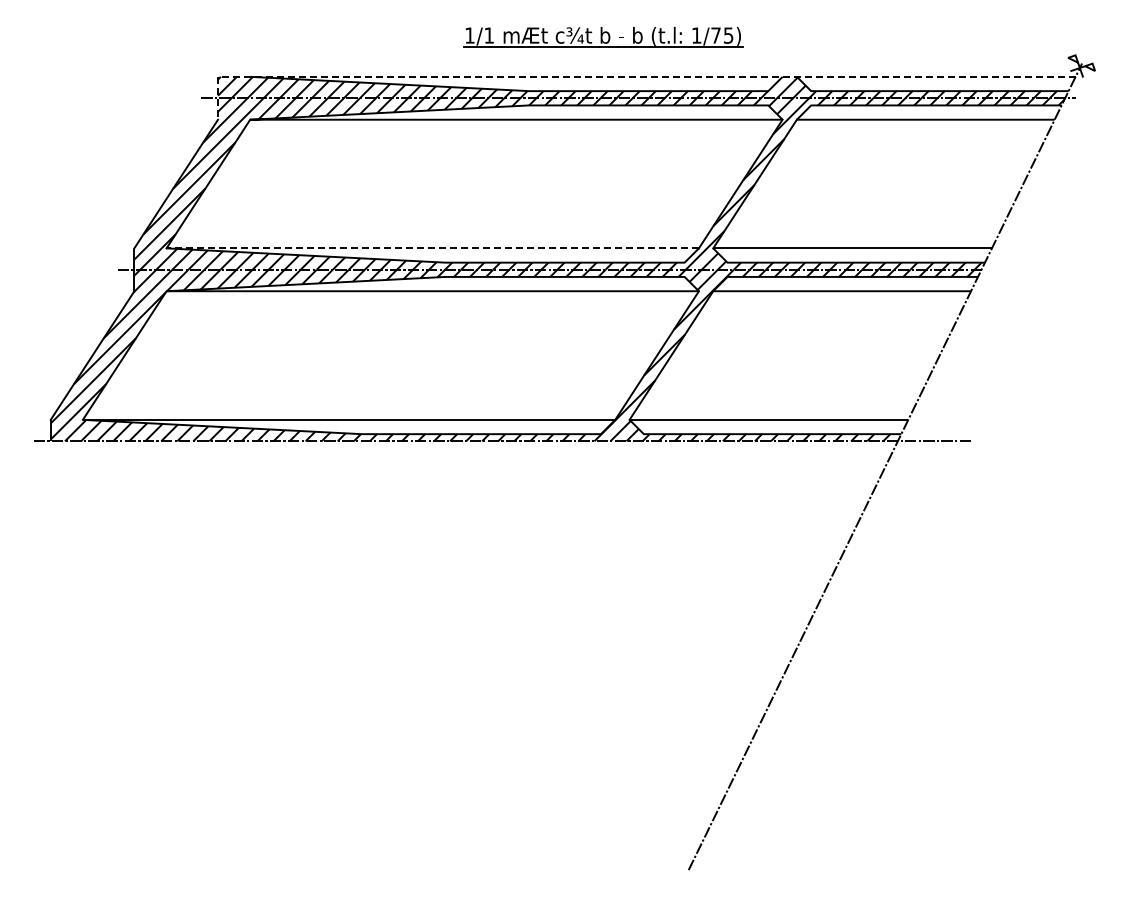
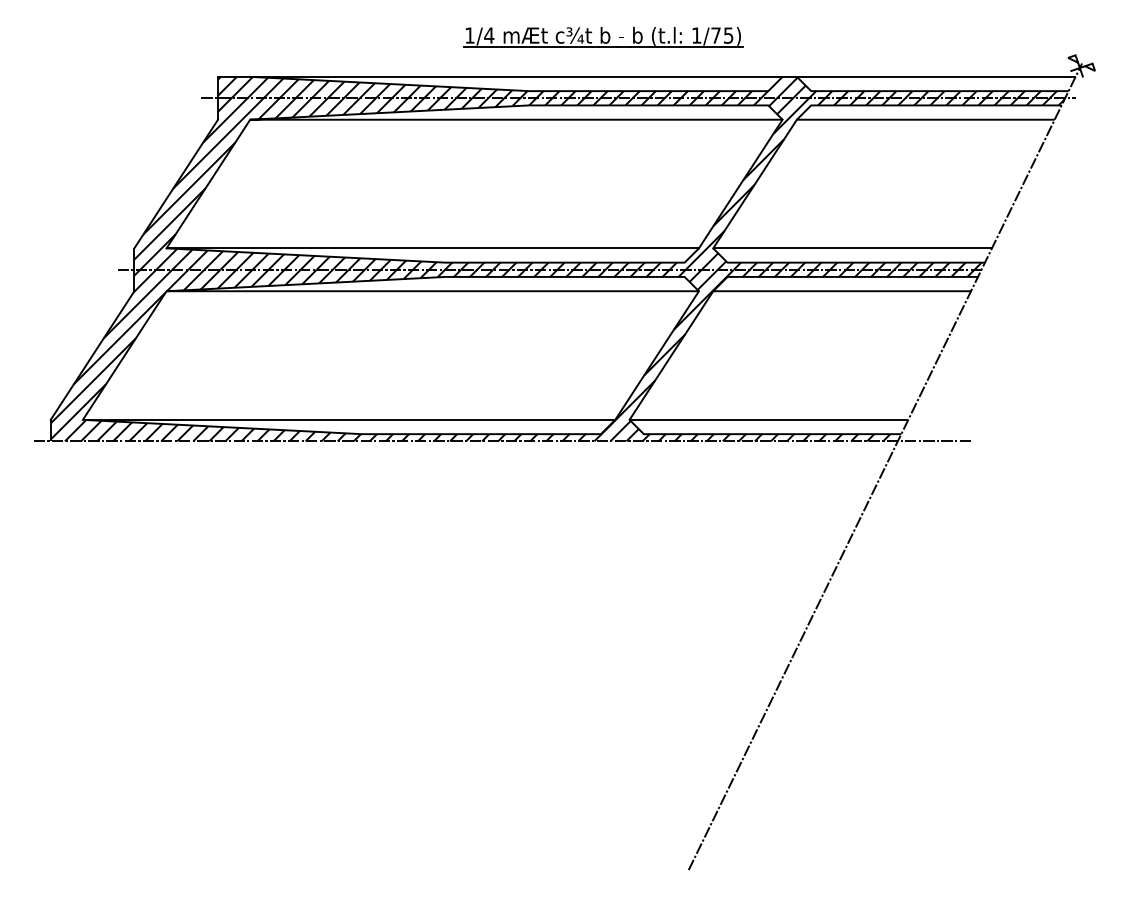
text at (489, 35): 1/1 -> 1/4
line at (624, 76): dashed -> solid
line at (432, 248): dashed -> solid
